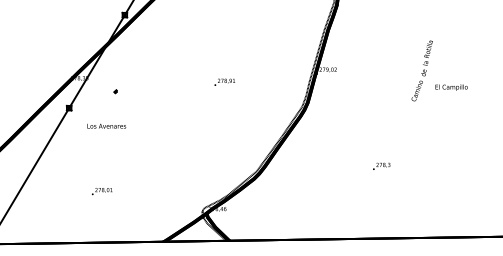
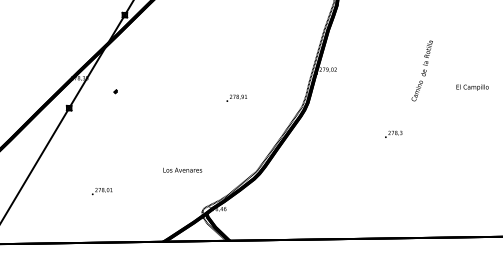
text at (224, 81) position: (224, 81) -> (236, 97)
text at (451, 87) position: (451, 87) -> (472, 87)
text at (106, 125) position: (106, 125) -> (182, 169)
text at (381, 165) position: (381, 165) -> (393, 133)
